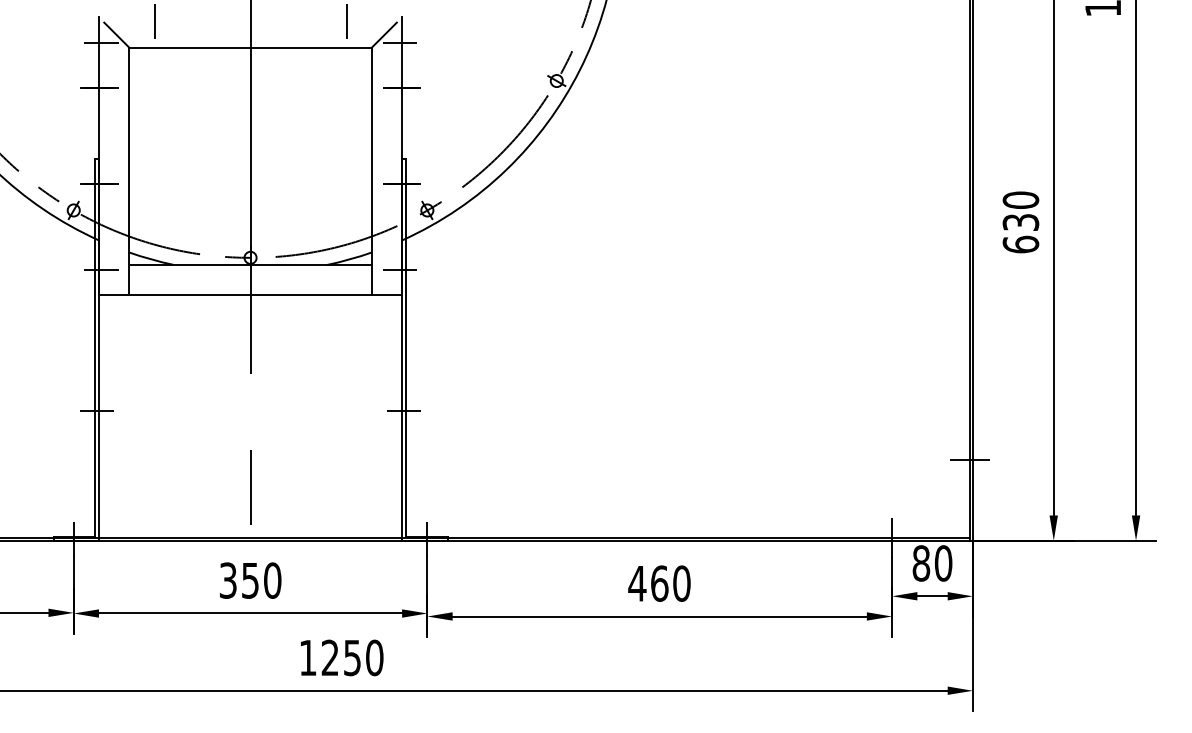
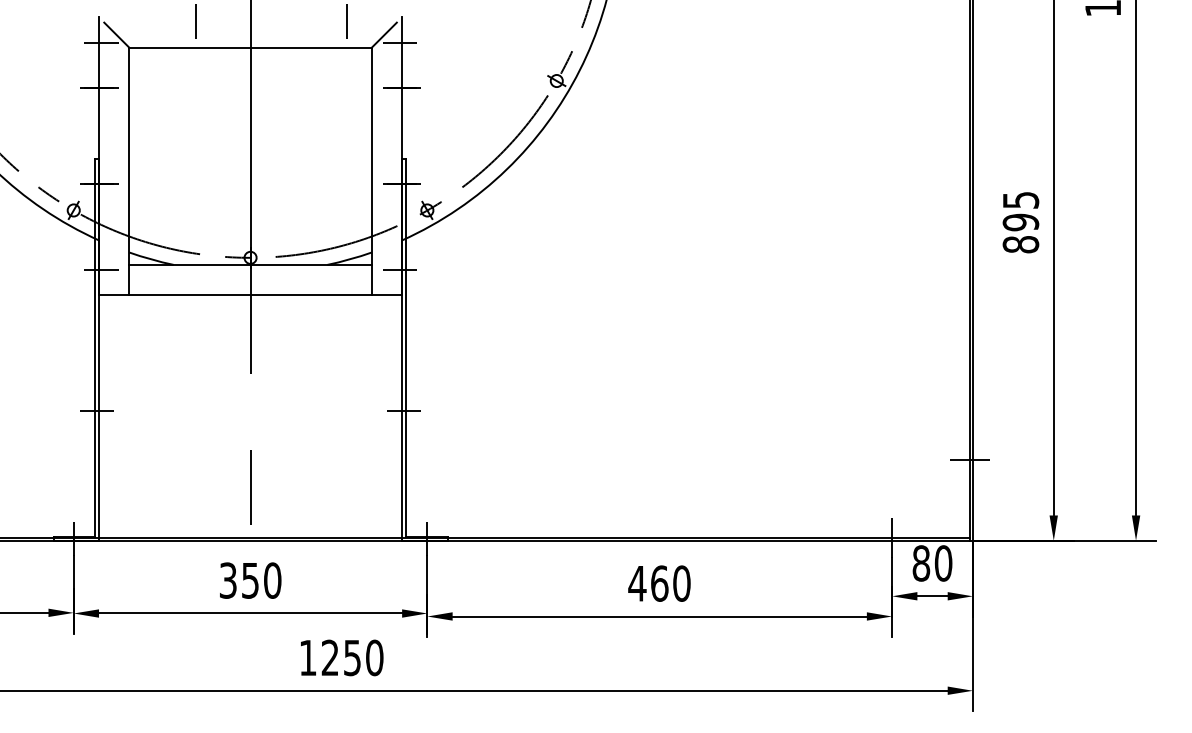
line at (154, 21) position: (154, 21) -> (195, 21)
text at (1020, 222): 630 -> 895
